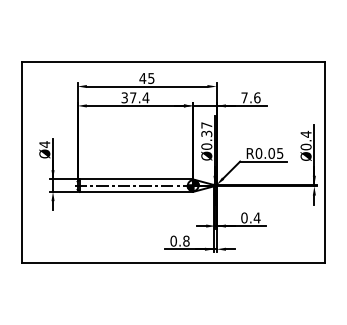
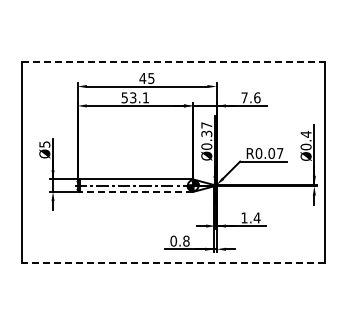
line at (173, 62): solid -> dashed
text at (135, 97): 37.4 -> 53.1
text at (44, 144): Ø4 -> Ø5
text at (280, 153): R0.05 -> R0.07
line at (136, 191): solid -> dashed
text at (244, 217): 0.4 -> 1.4
line at (173, 262): solid -> dashed
